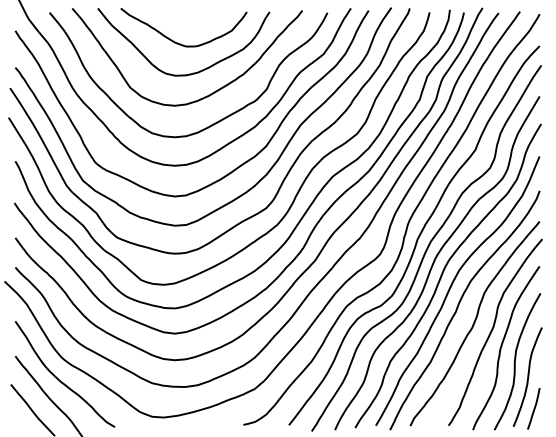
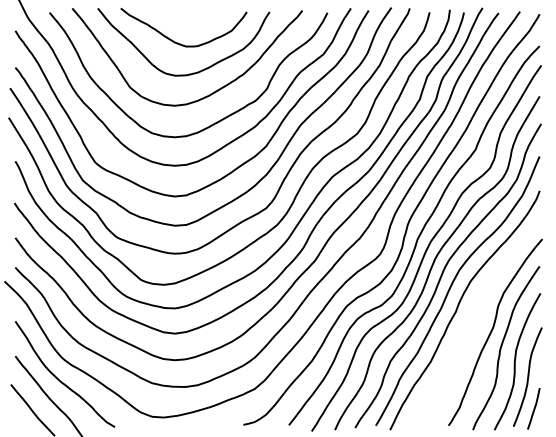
curve at (474, 323): present -> none
